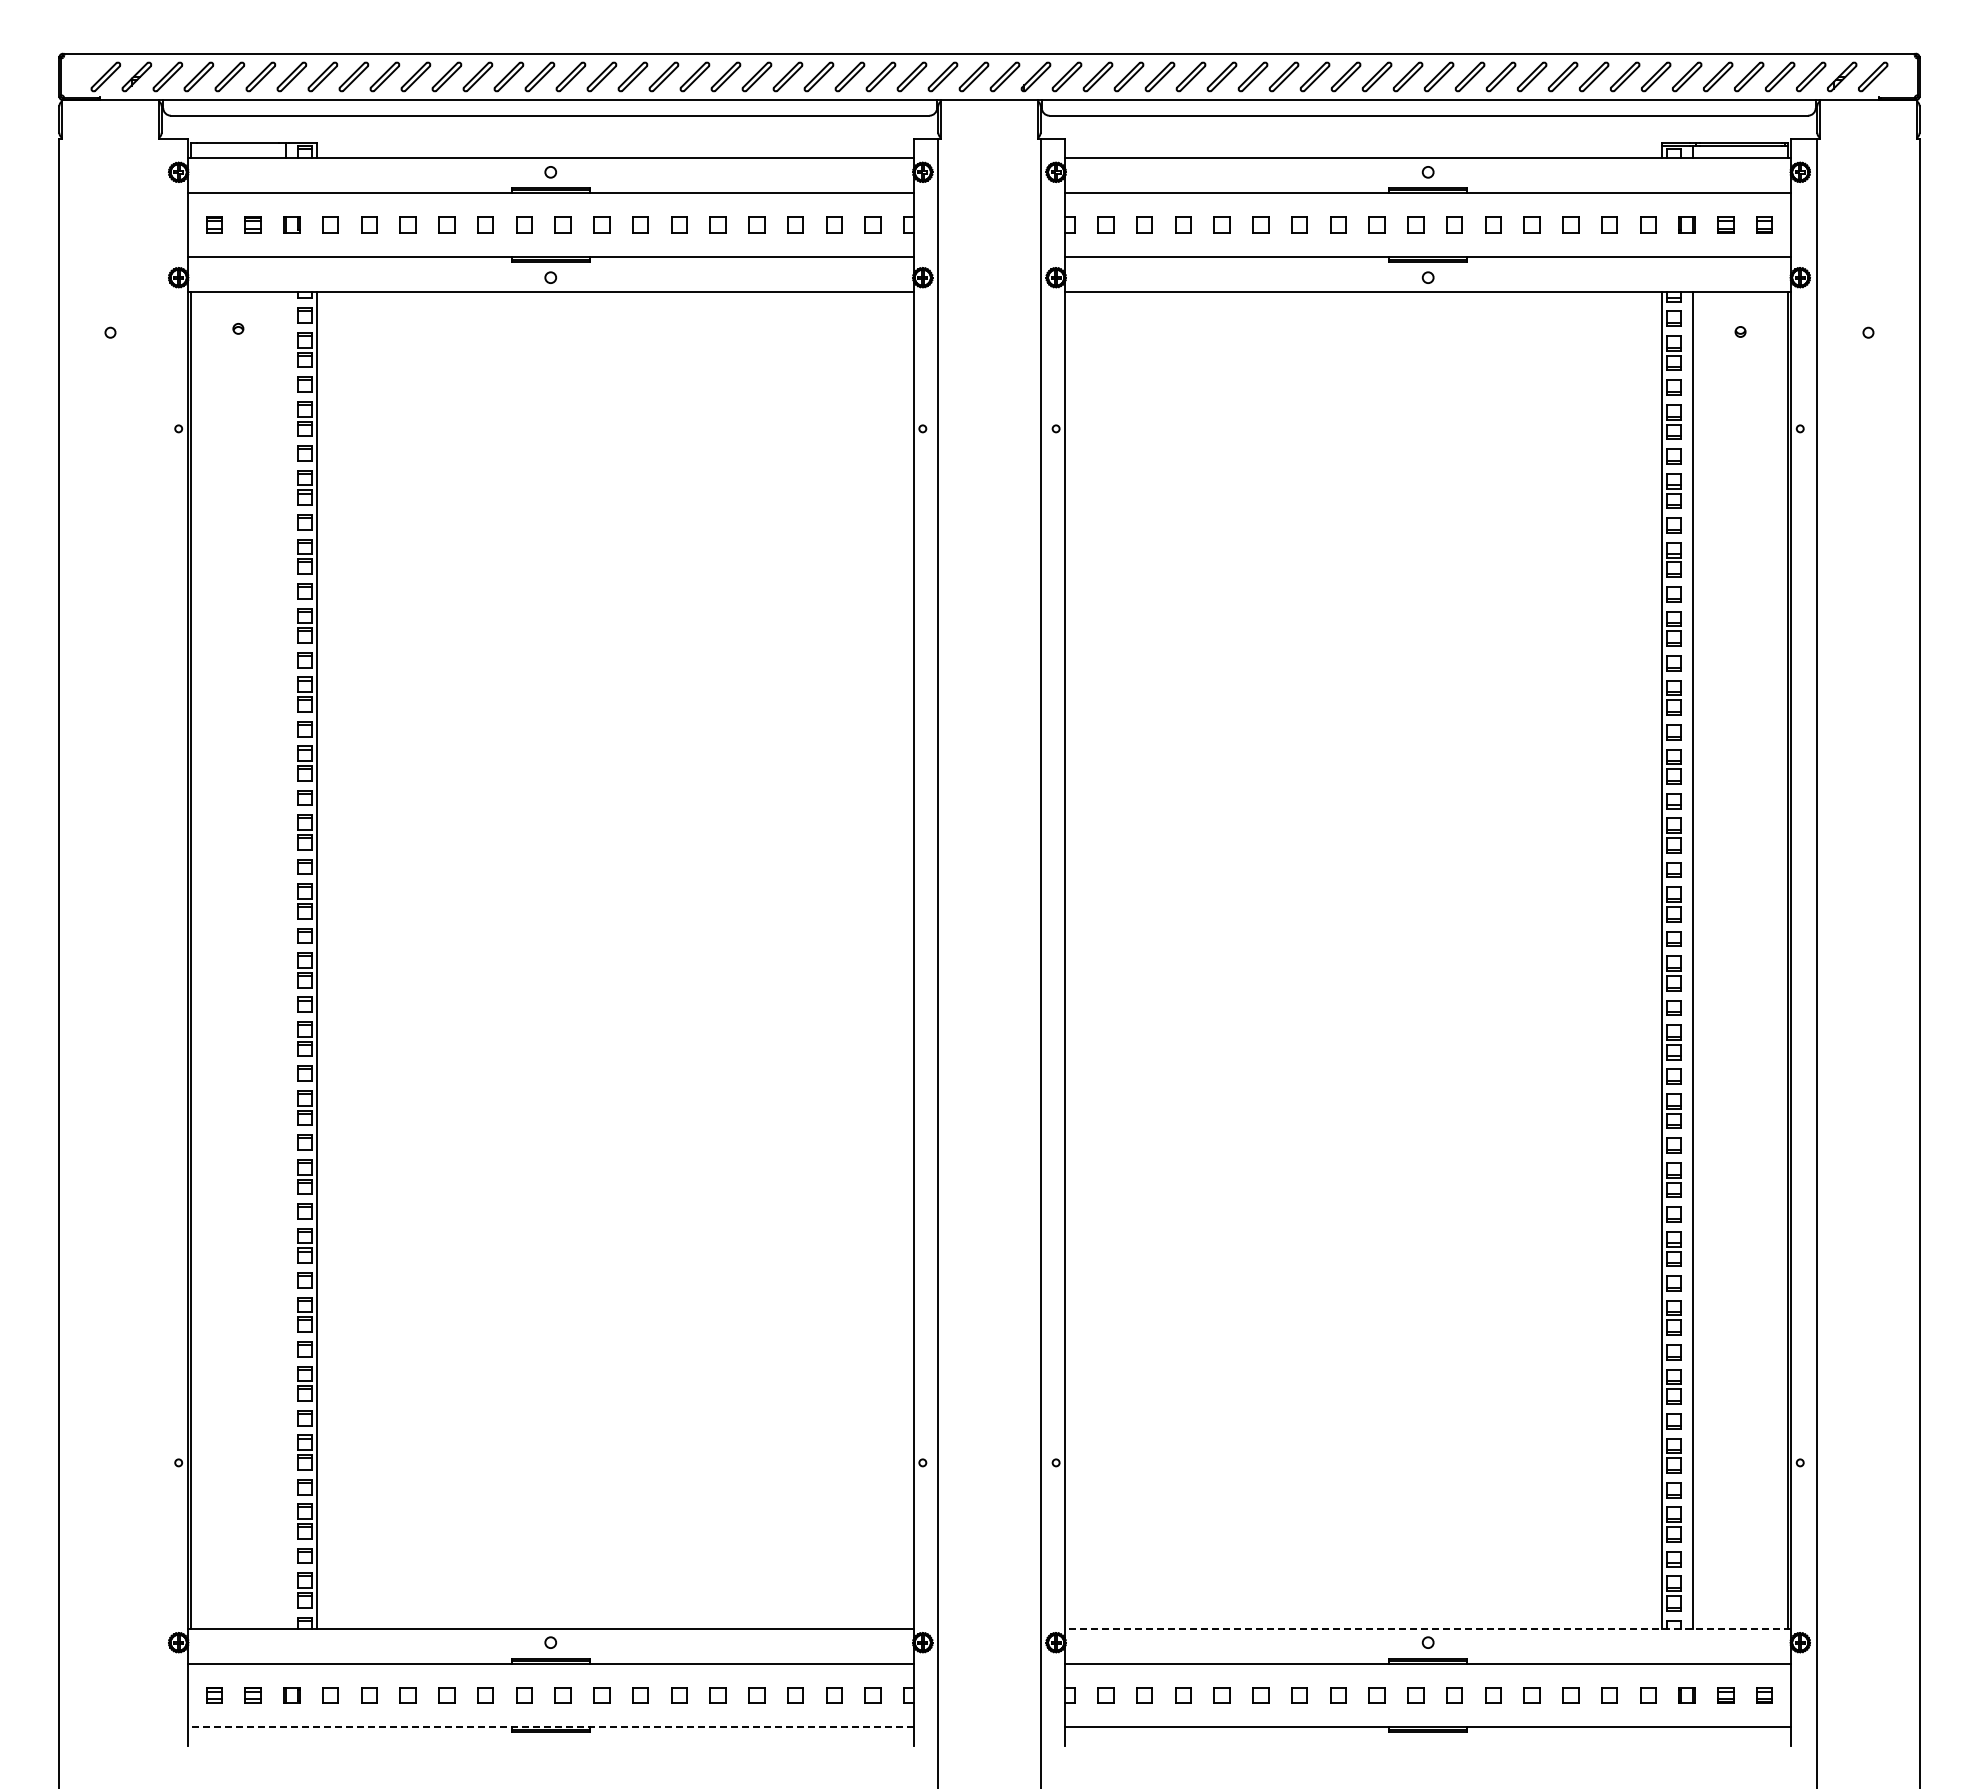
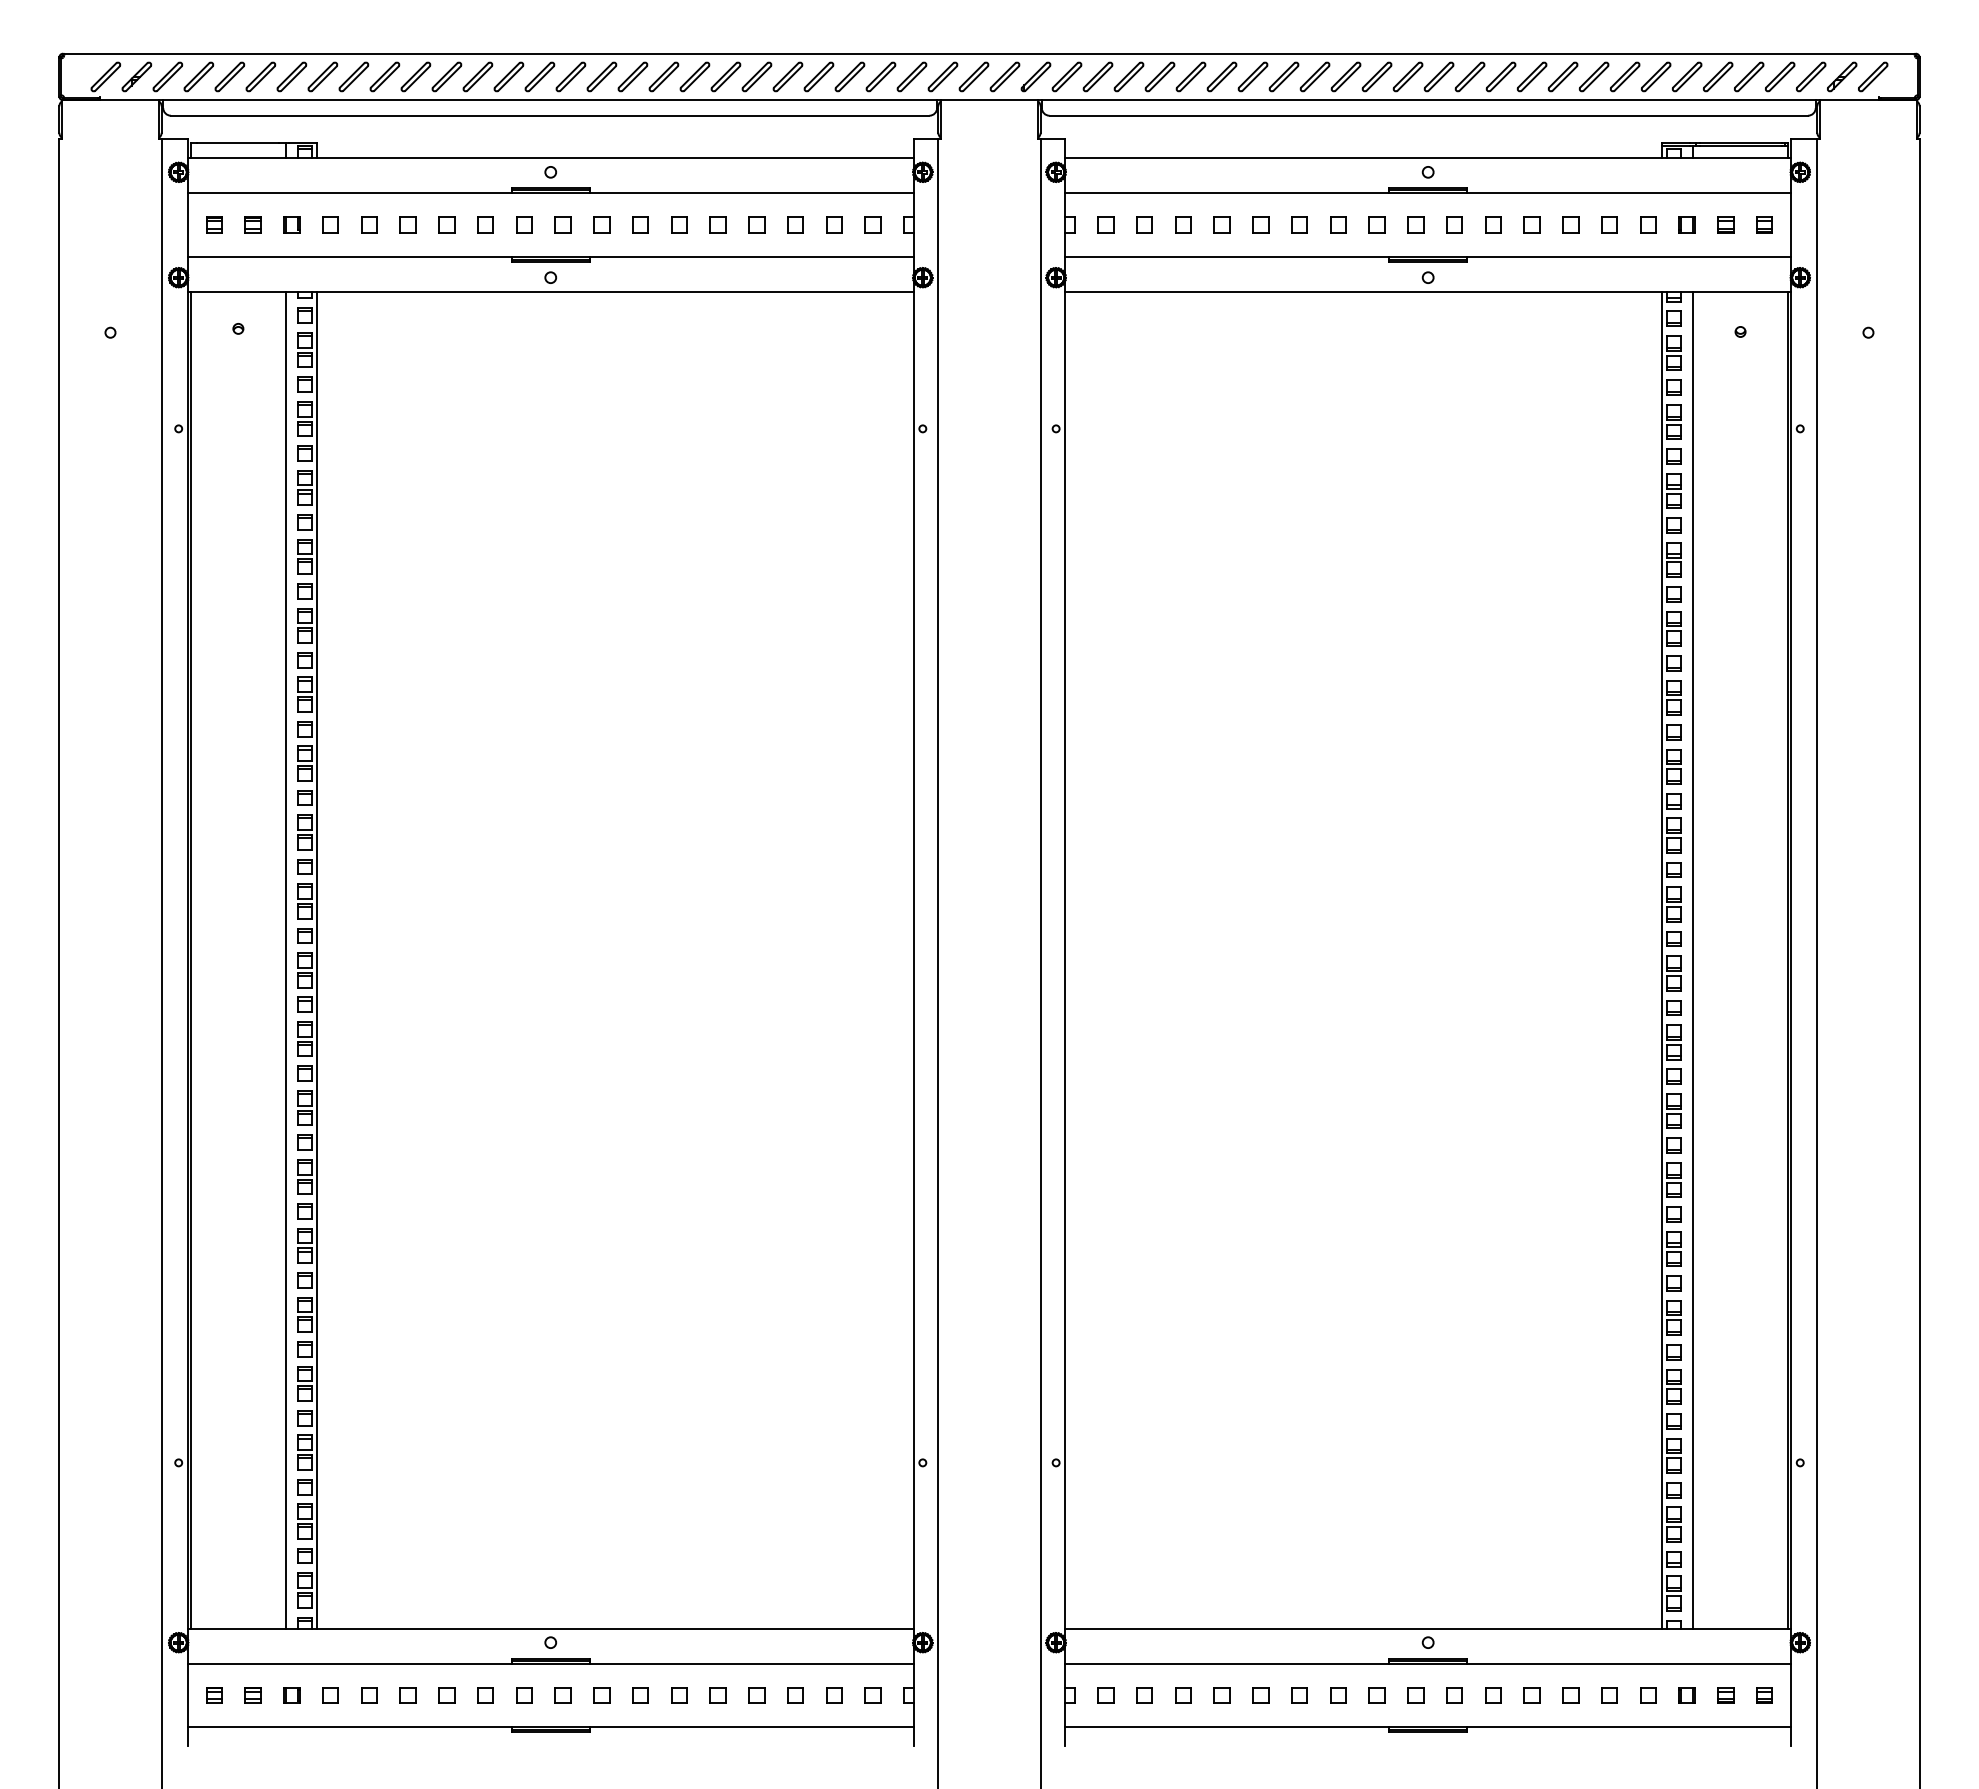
line at (285, 959): none -> present
line at (161, 961): none -> present
line at (1428, 1628): dashed -> solid
line at (550, 1727): dashed -> solid
